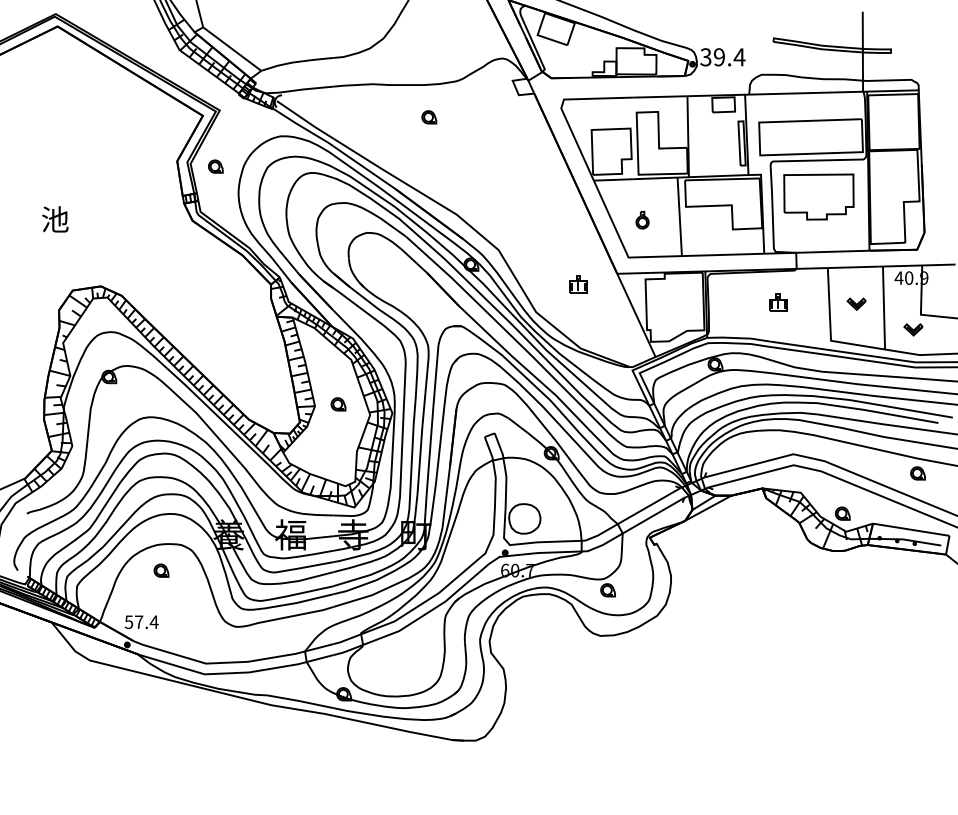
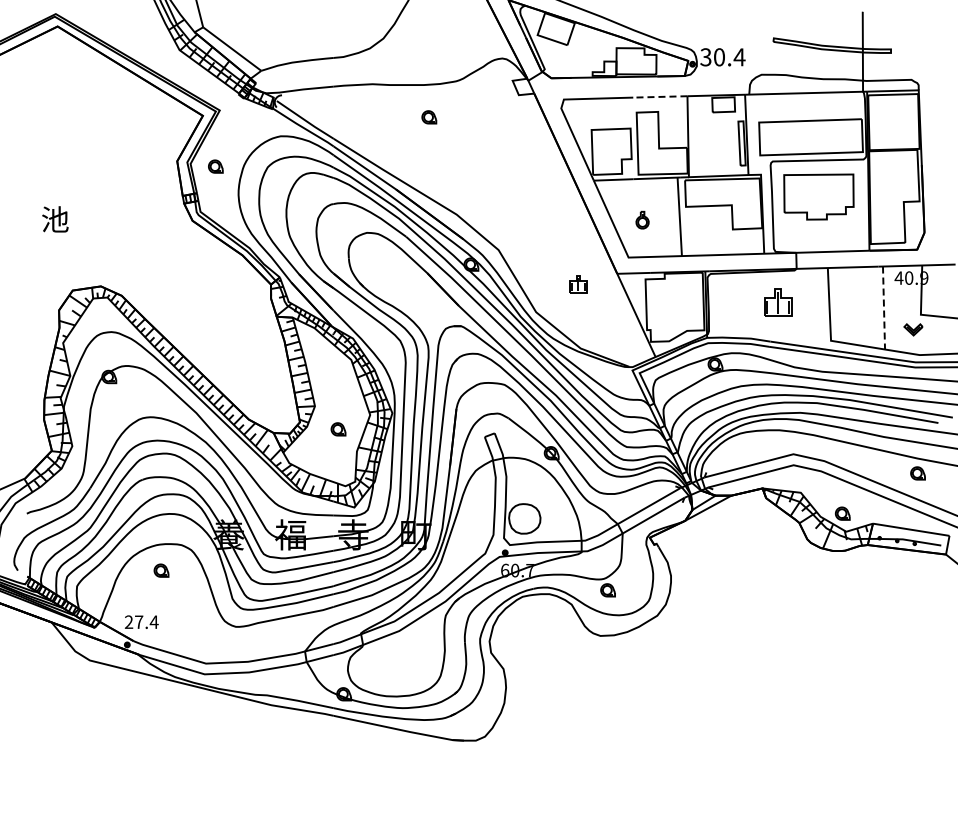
text at (718, 57): 39.4 -> 30.4
line at (659, 96): solid -> dashed
part at (778, 302) size: 19x19 px -> 29x29 px
part at (856, 303): present -> none
line at (884, 308): solid -> dashed
part at (338, 404) position: (338, 404) -> (338, 429)
text at (128, 622): 57.4 -> 27.4
